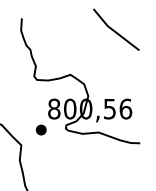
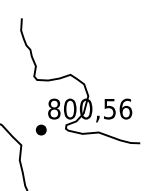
part at (116, 29): present -> none
